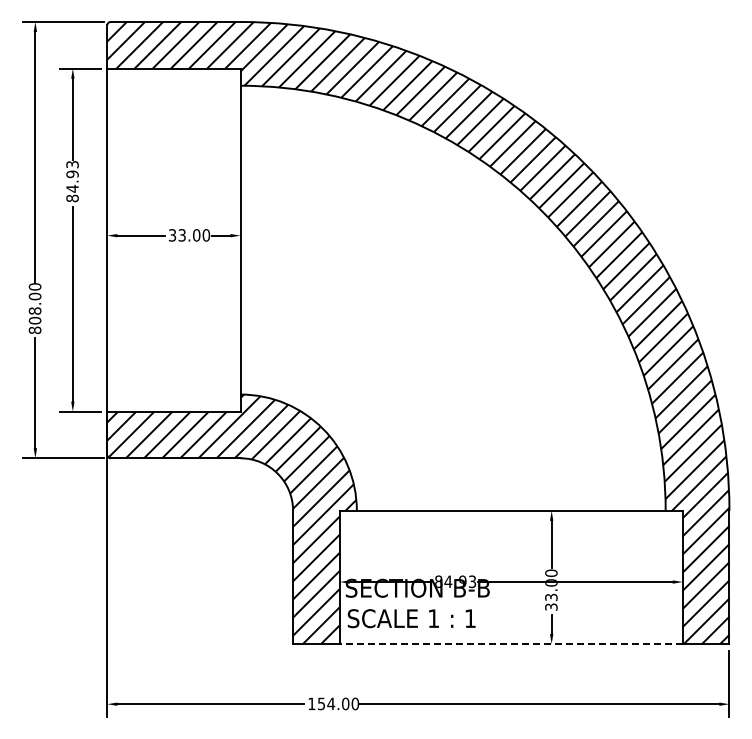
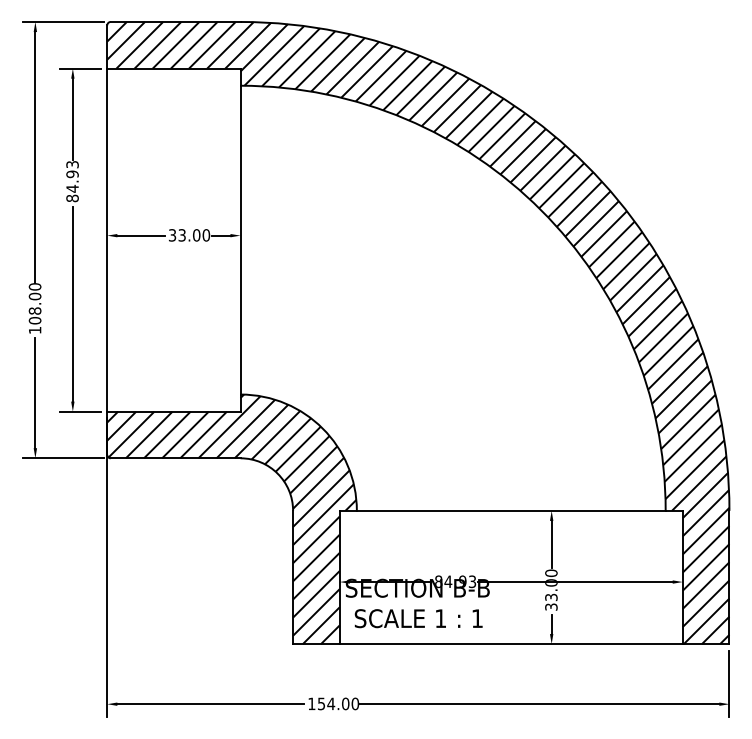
text at (34, 330): 808.00 -> 108.00
text at (411, 618) position: (411, 618) -> (418, 618)
line at (511, 644): dashed -> solid
